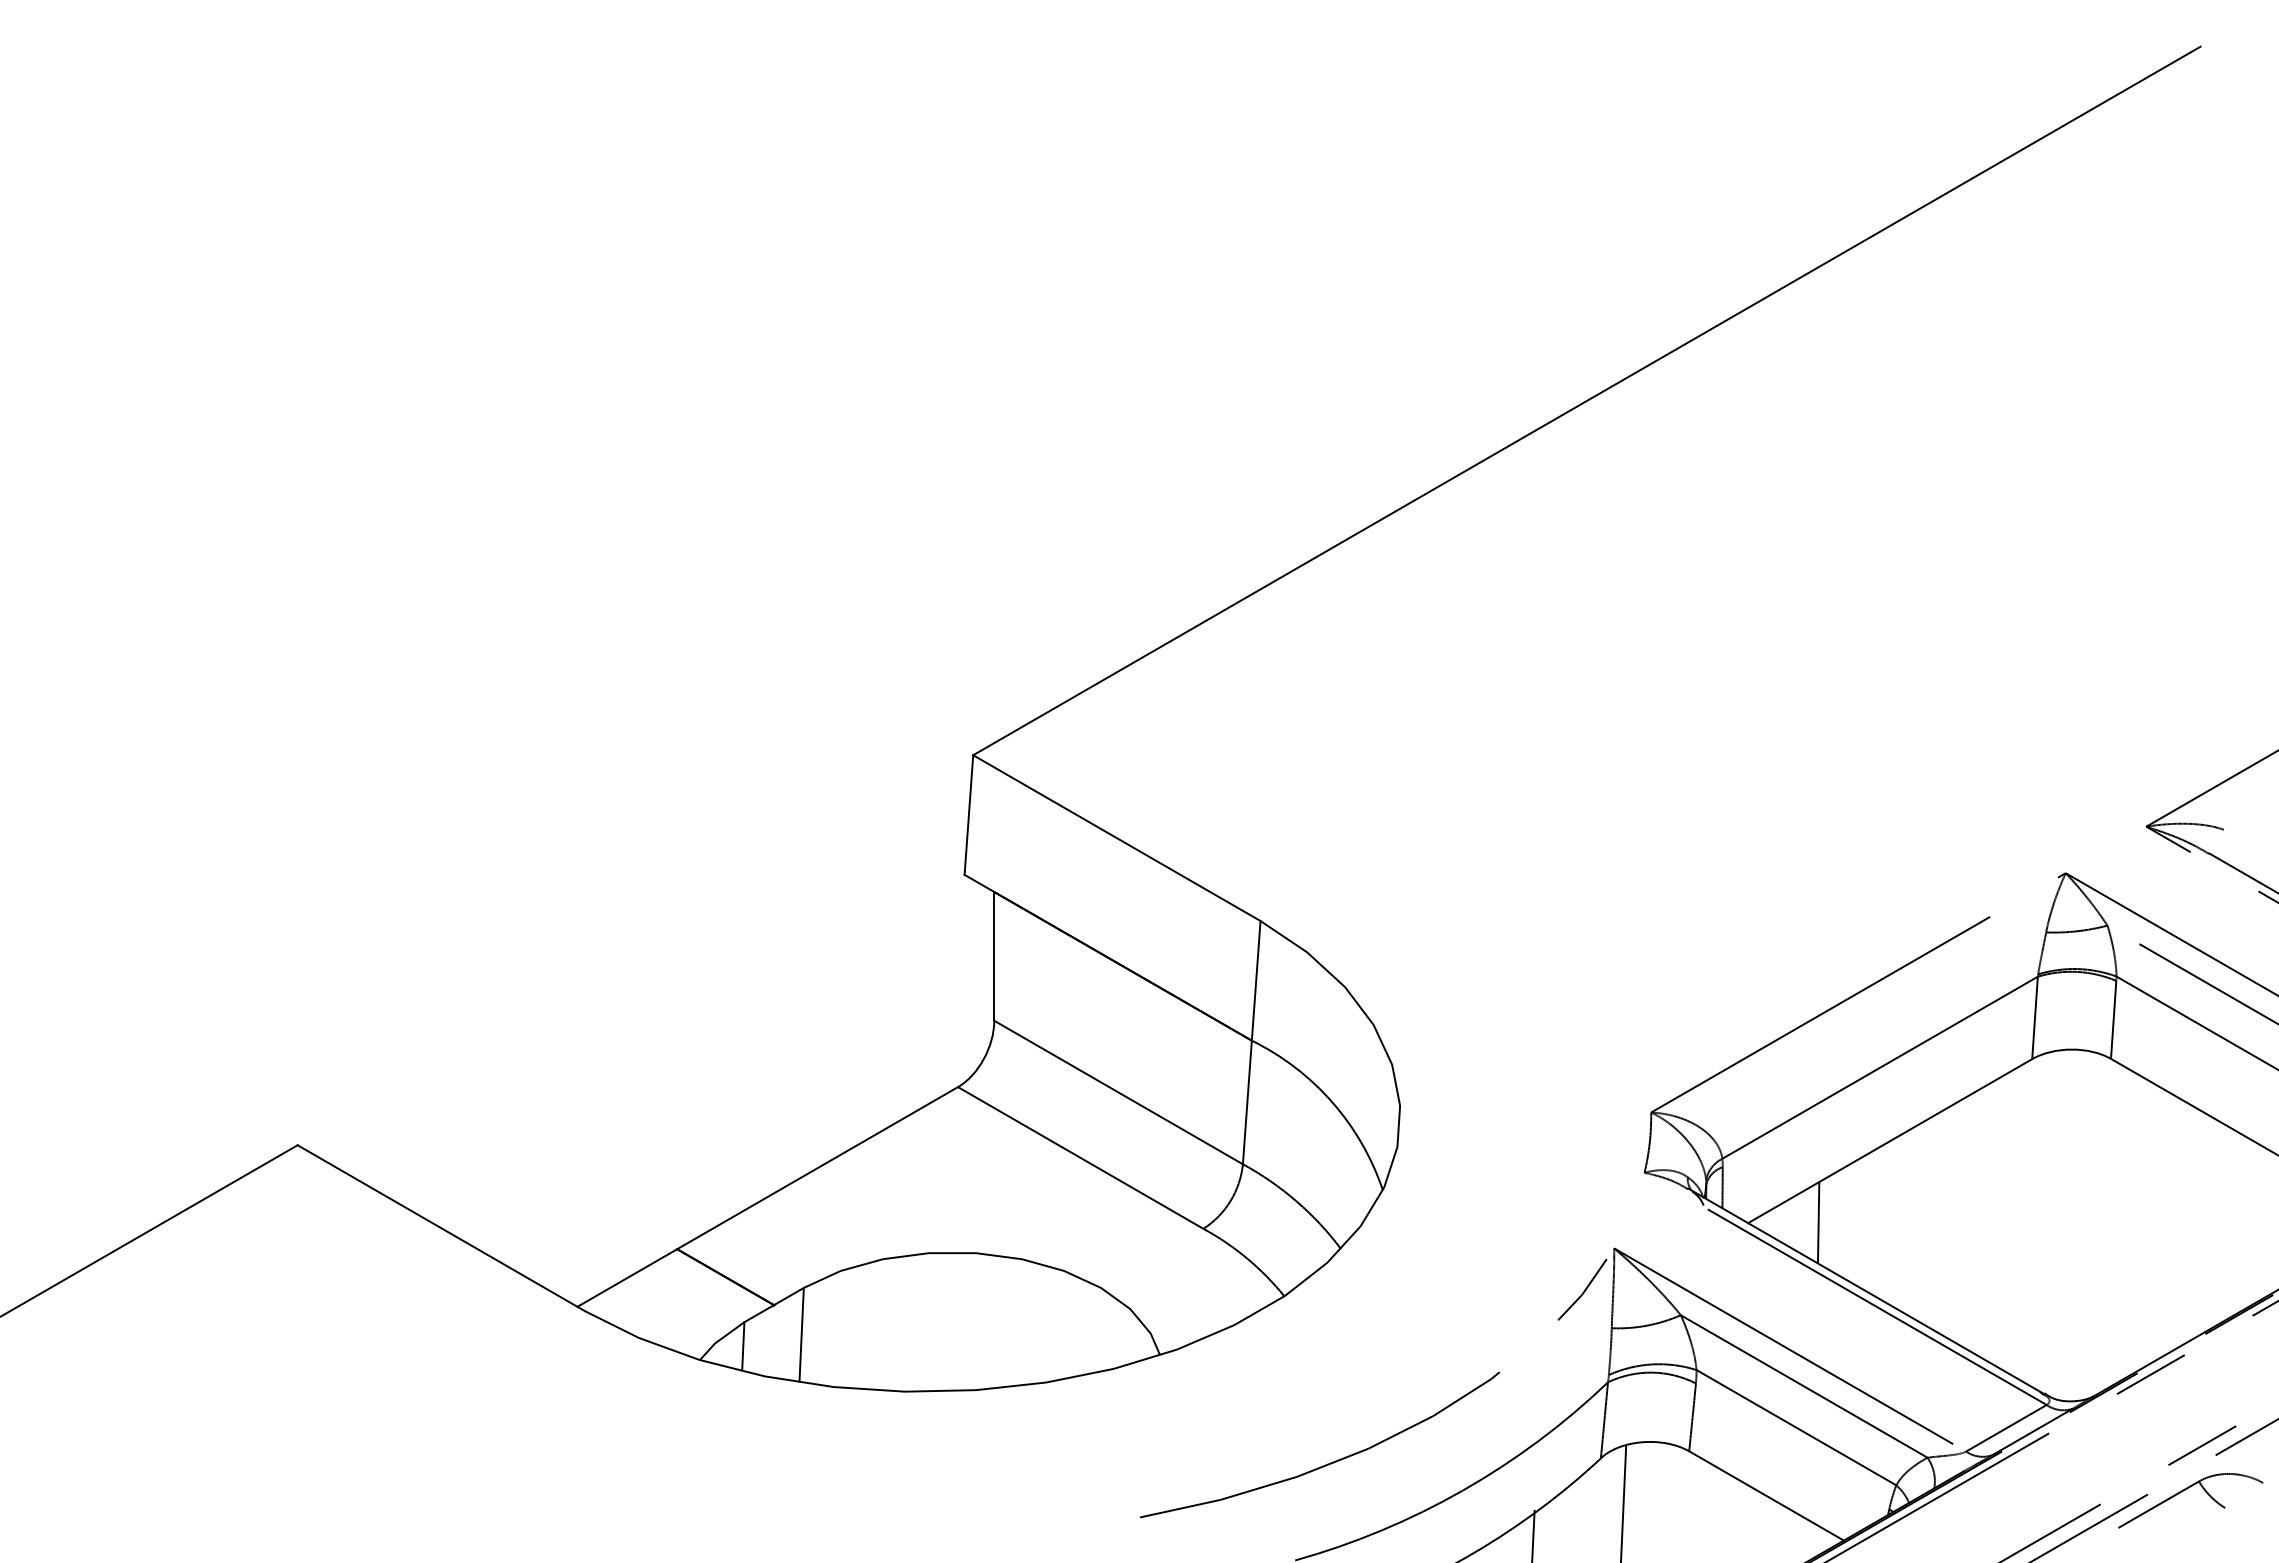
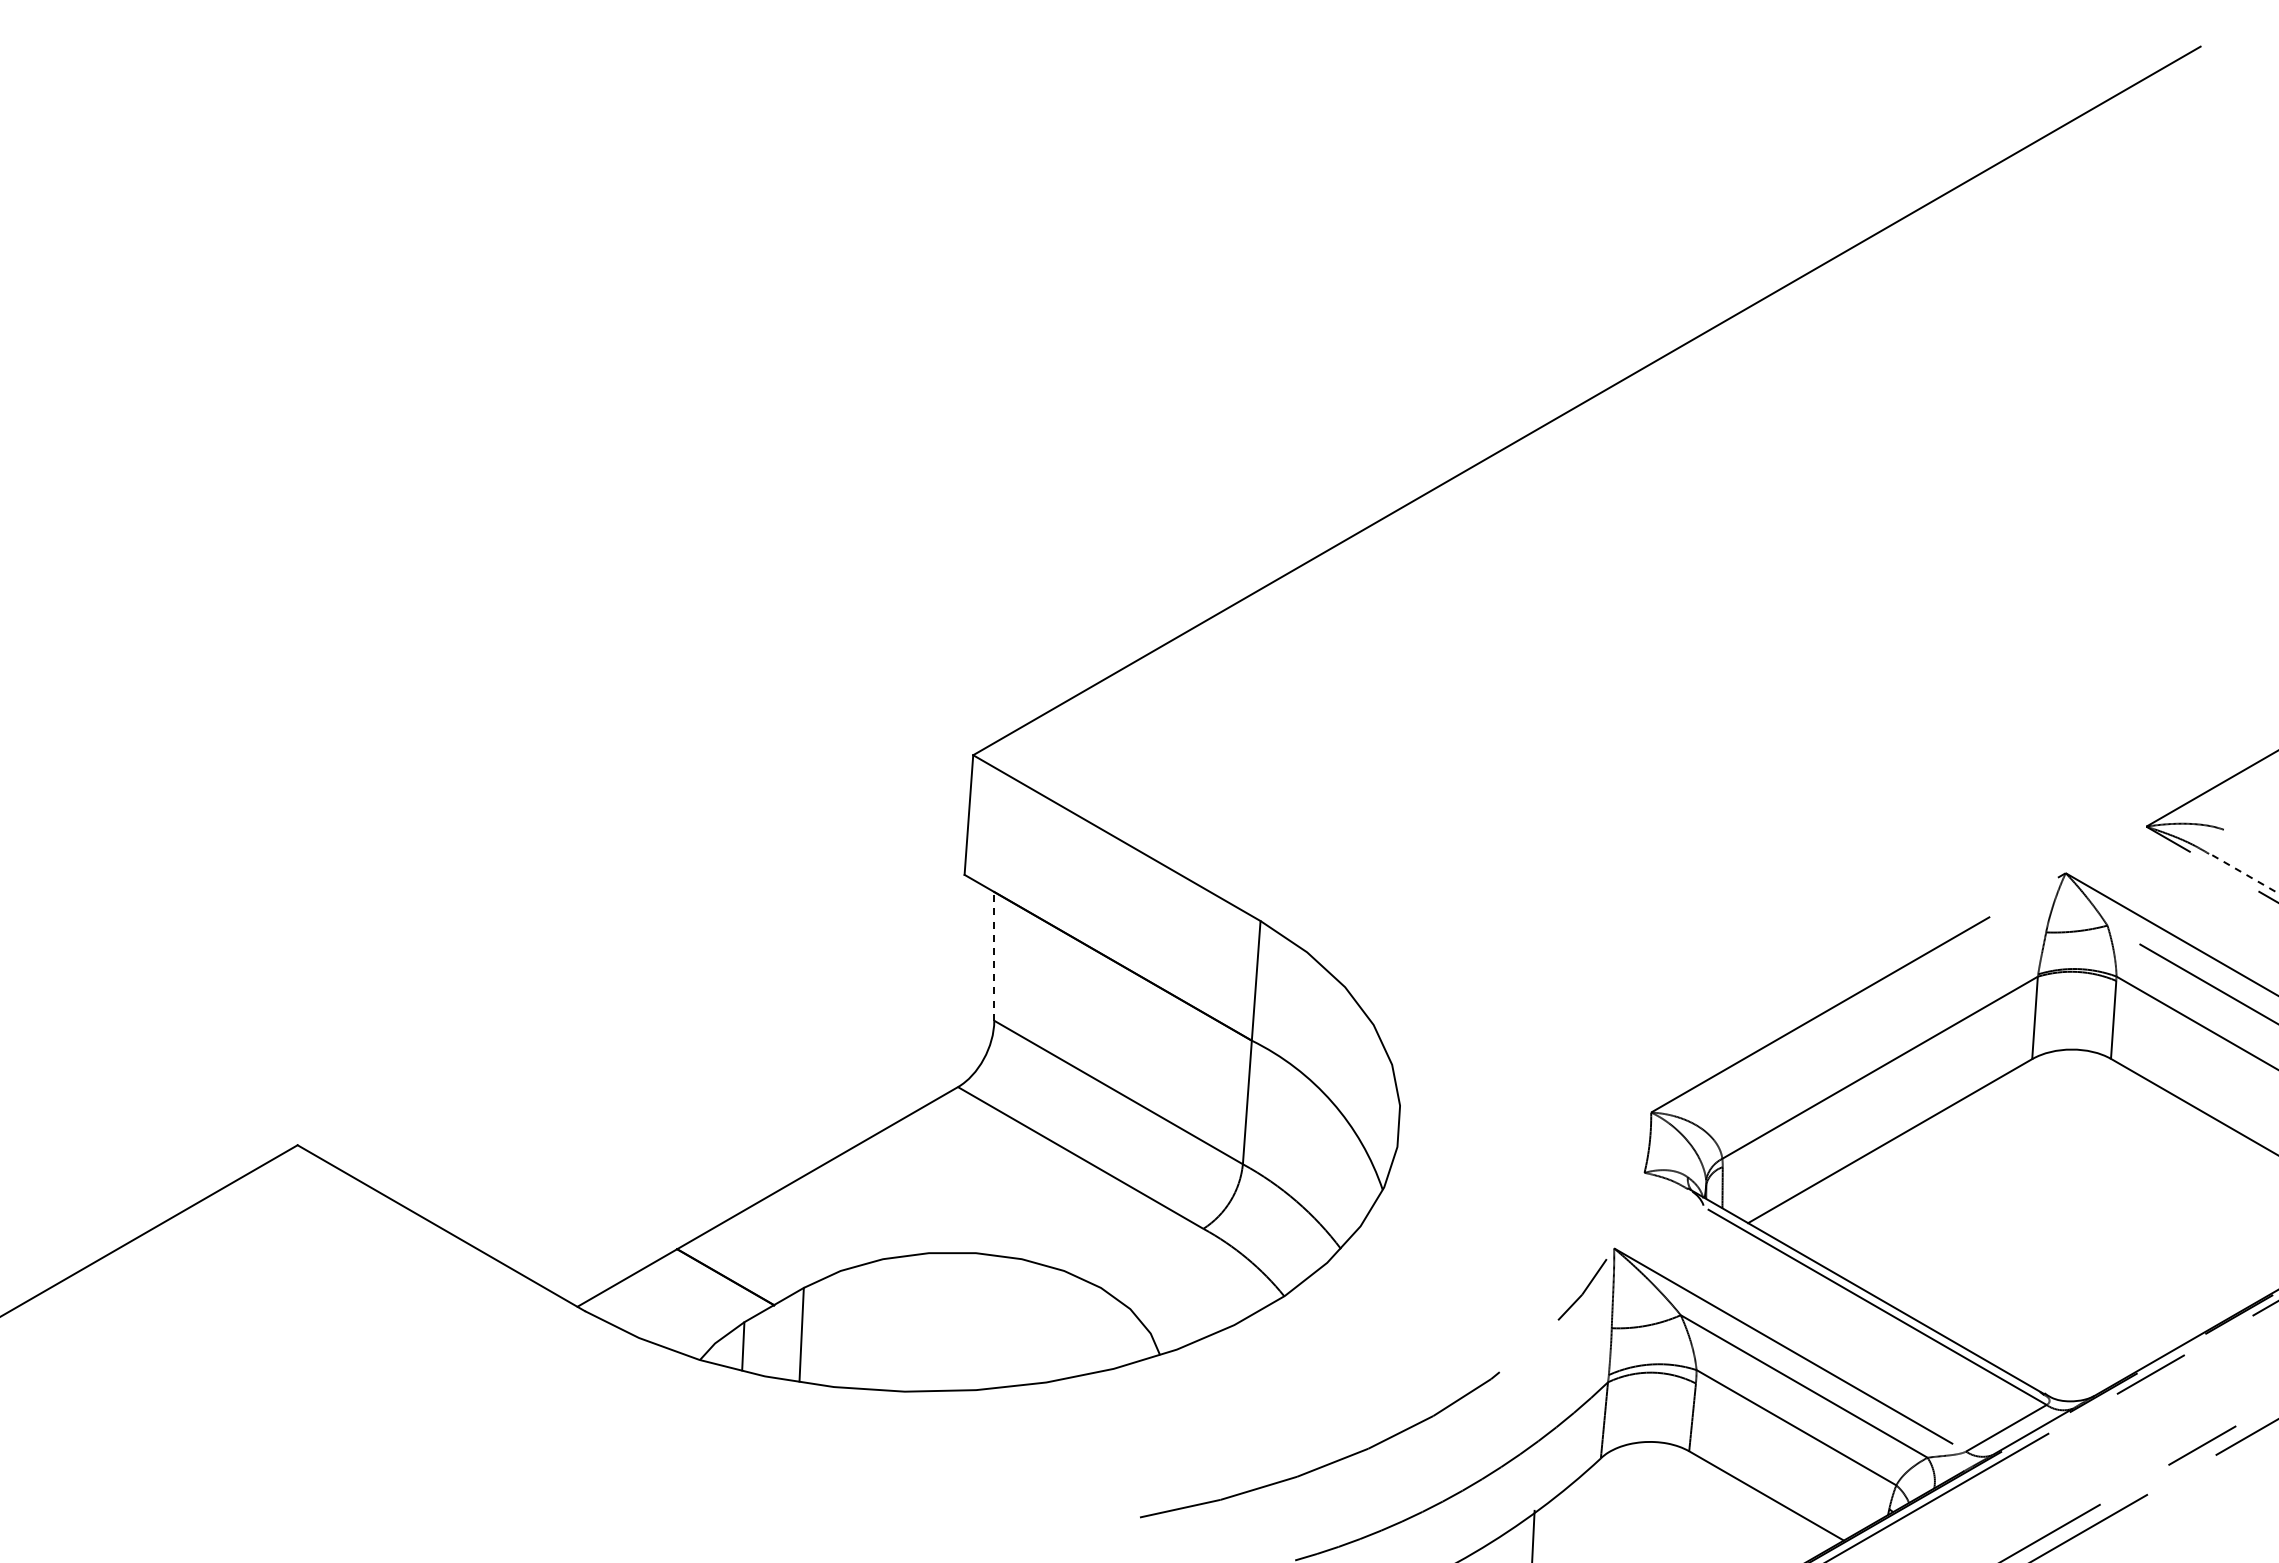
line at (2243, 873): solid -> dashed
line at (994, 955): solid -> dashed
line at (1818, 1222): present -> none
part at (2185, 1490): present -> none
line at (1623, 1502): present -> none
